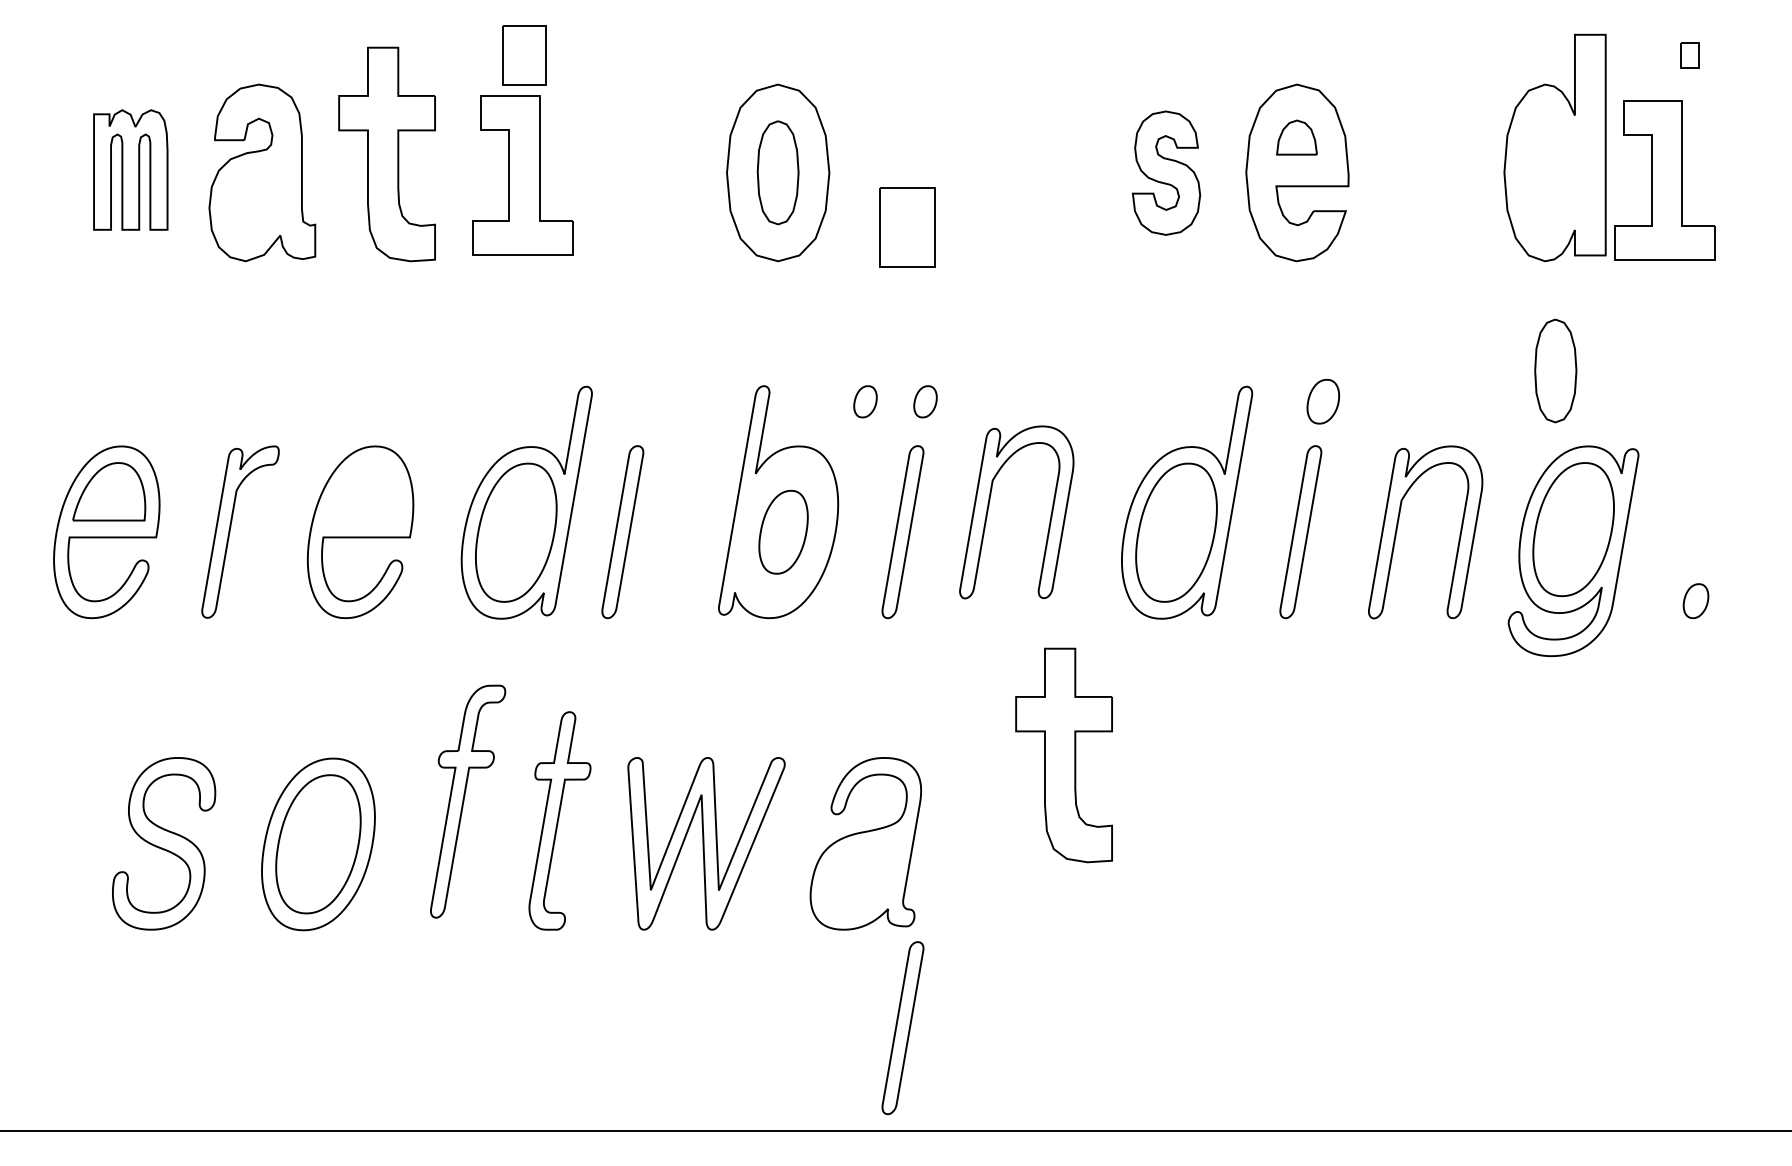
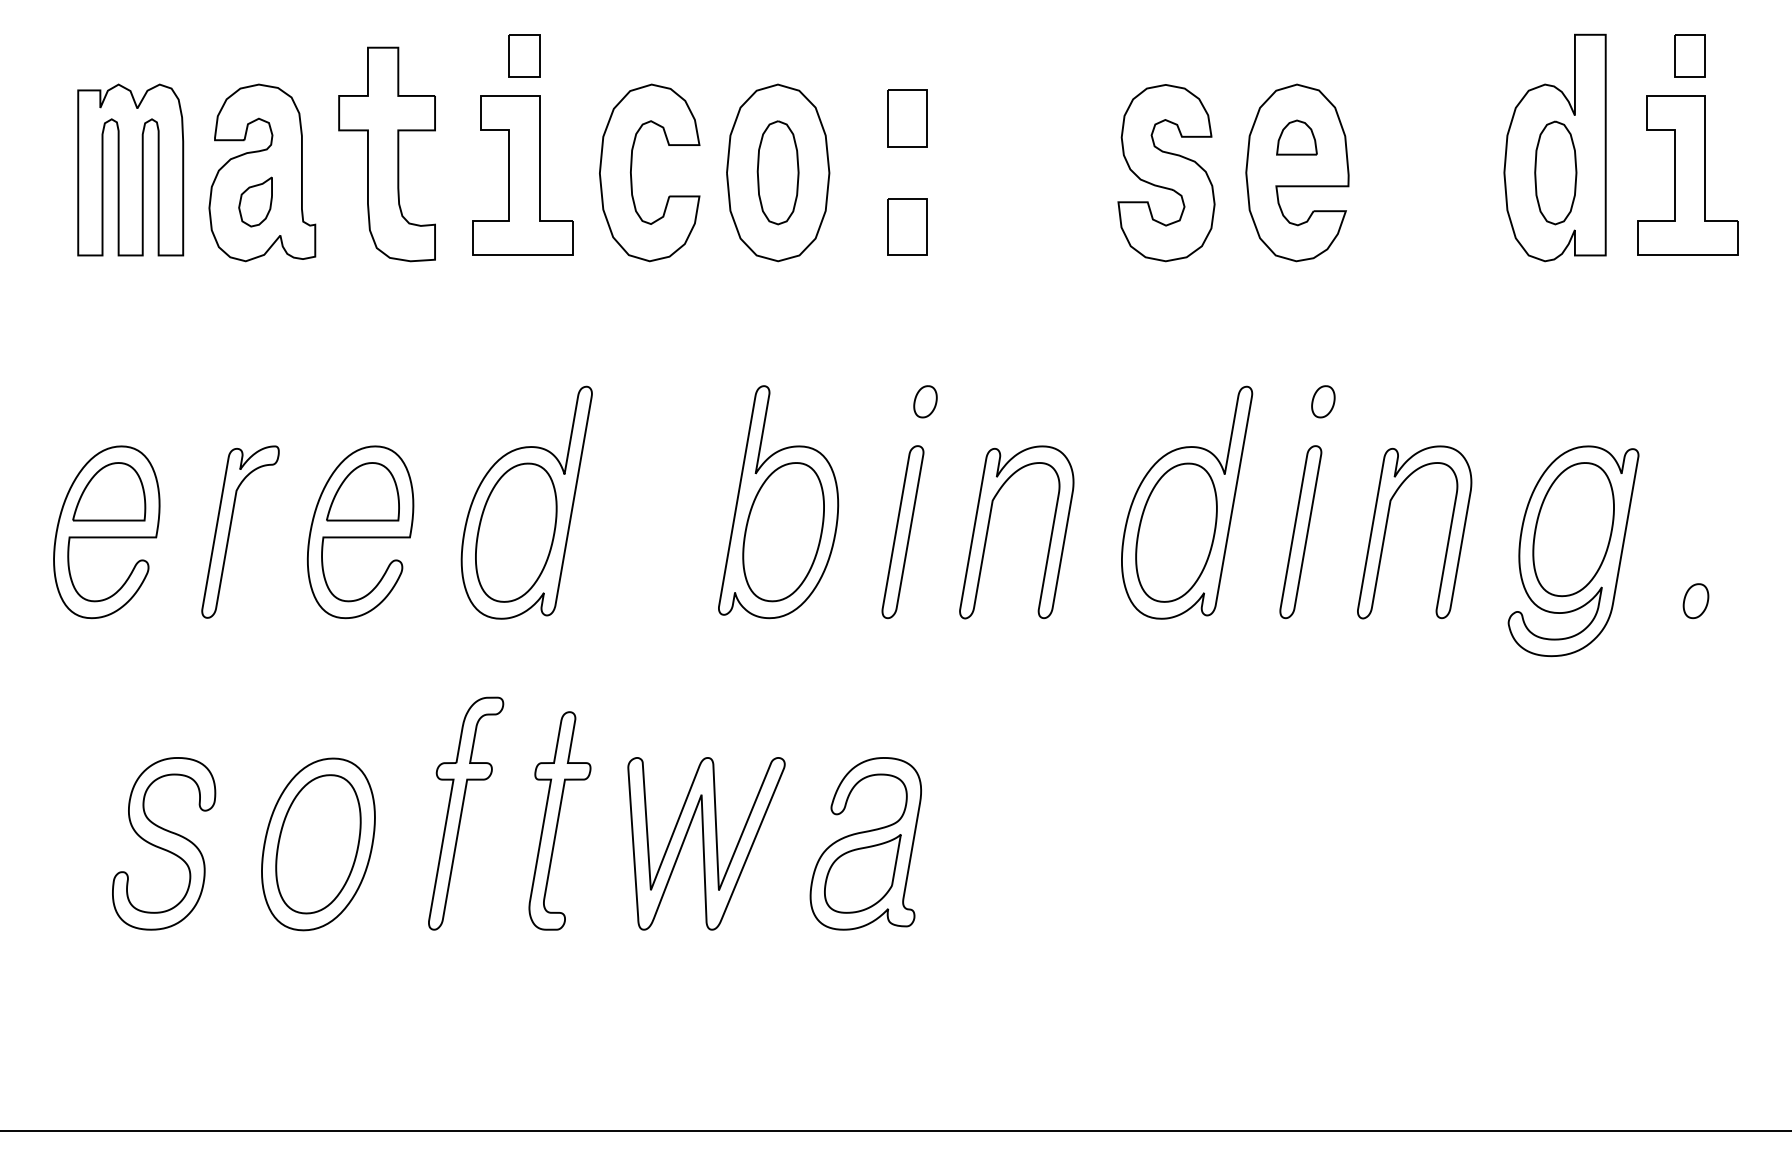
part at (524, 55) size: 45x61 px -> 33x44 px
part at (1689, 55) size: 20x27 px -> 32x44 px
part at (907, 118): none -> present
part at (130, 169) size: 76x122 px -> 108x174 px
part at (631, 172): none -> present
part at (1166, 172) size: 70x126 px -> 99x179 px
part at (1664, 180) position: (1664, 180) -> (1687, 175)
part at (255, 201): none -> present
part at (907, 227) size: 57x81 px -> 41x58 px
part at (1555, 370) position: (1555, 370) -> (1555, 172)
part at (865, 401): present -> none
part at (1323, 401) size: 35x47 px -> 25x34 px
part at (362, 491): none -> present
part at (989, 506) position: (989, 506) -> (989, 526)
part at (1398, 525) position: (1398, 525) -> (1387, 525)
part at (783, 531) size: 51x86 px -> 83x141 px
part at (622, 532): present -> none
part at (1063, 755): present -> none
part at (468, 801) position: (468, 801) -> (466, 813)
part at (862, 873): none -> present
part at (902, 1028): present -> none
